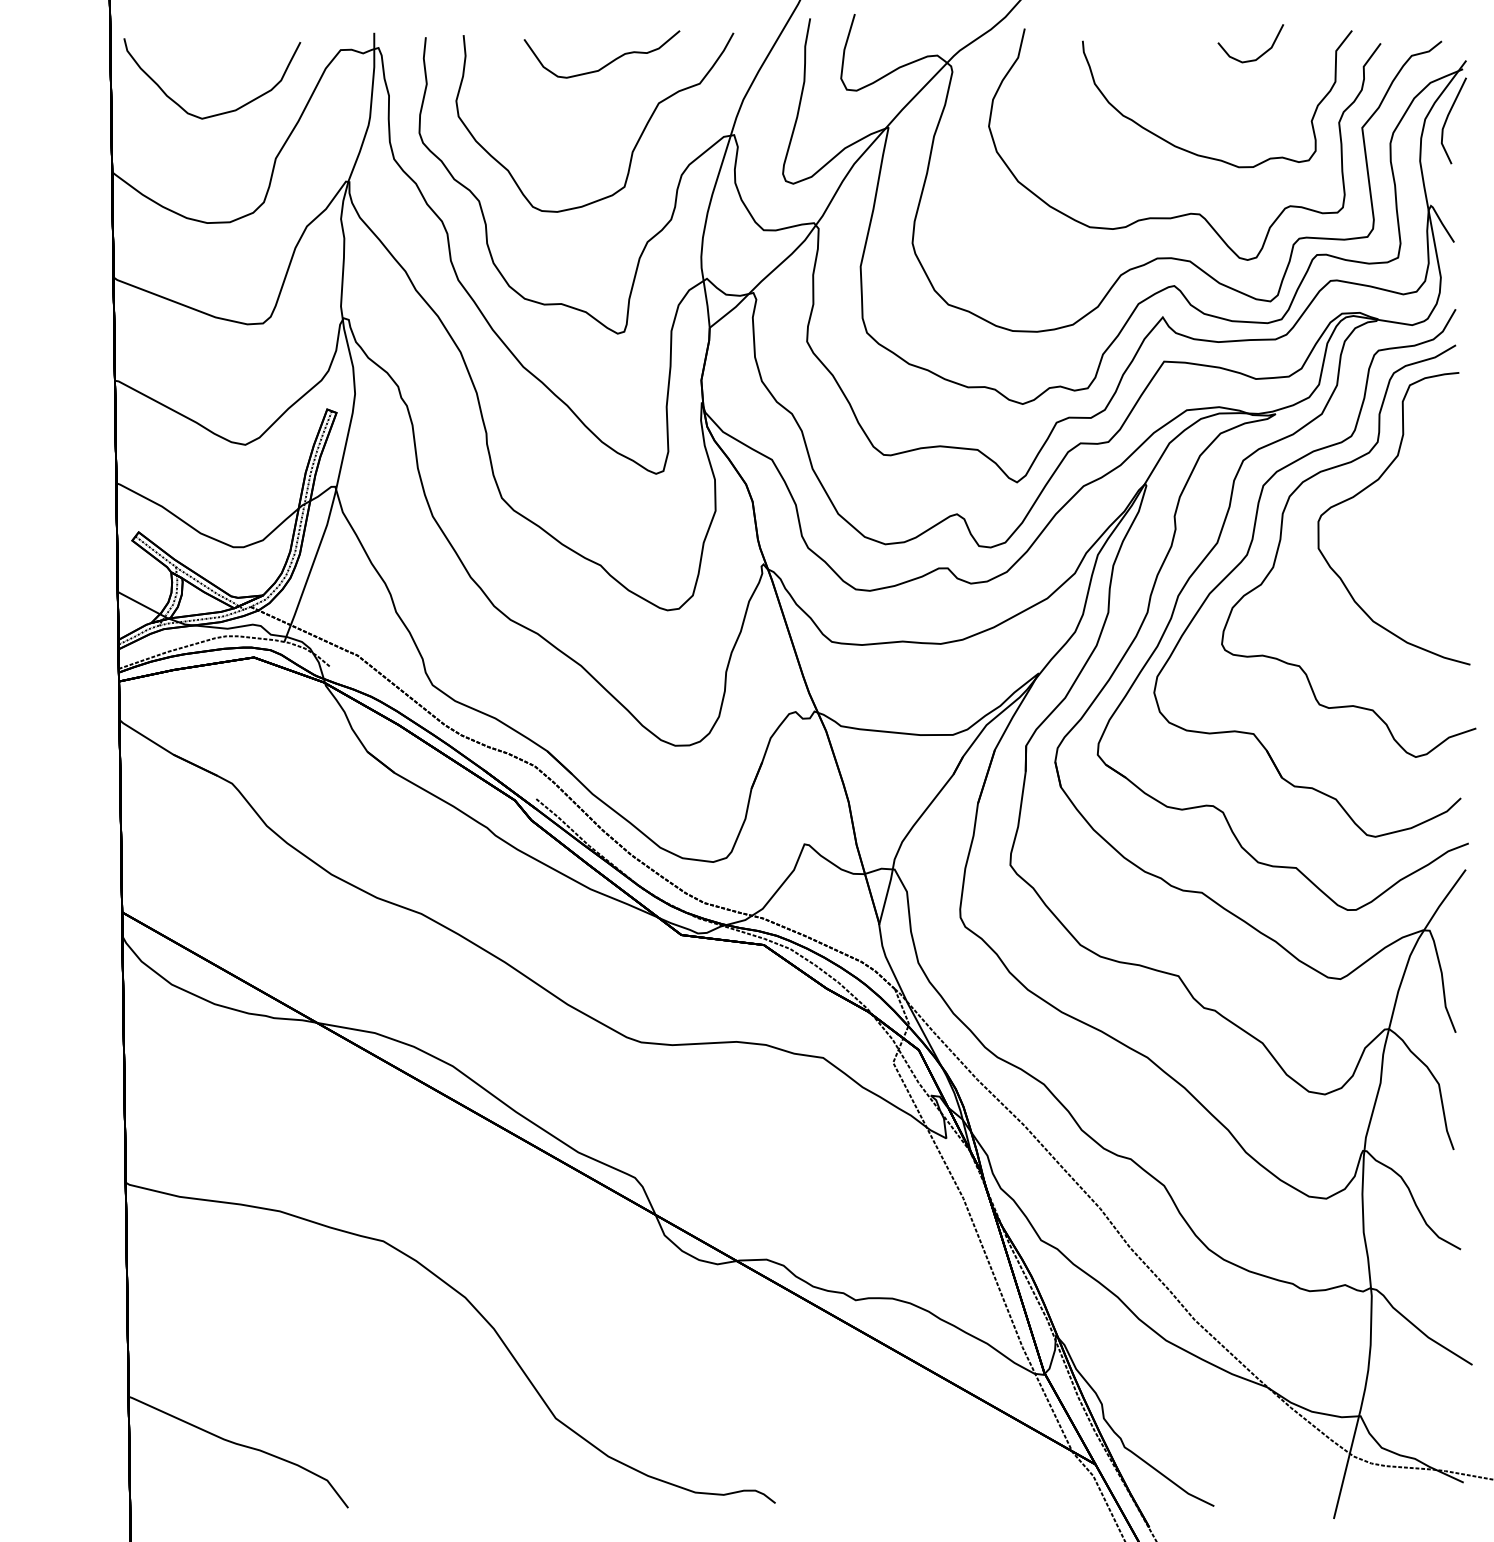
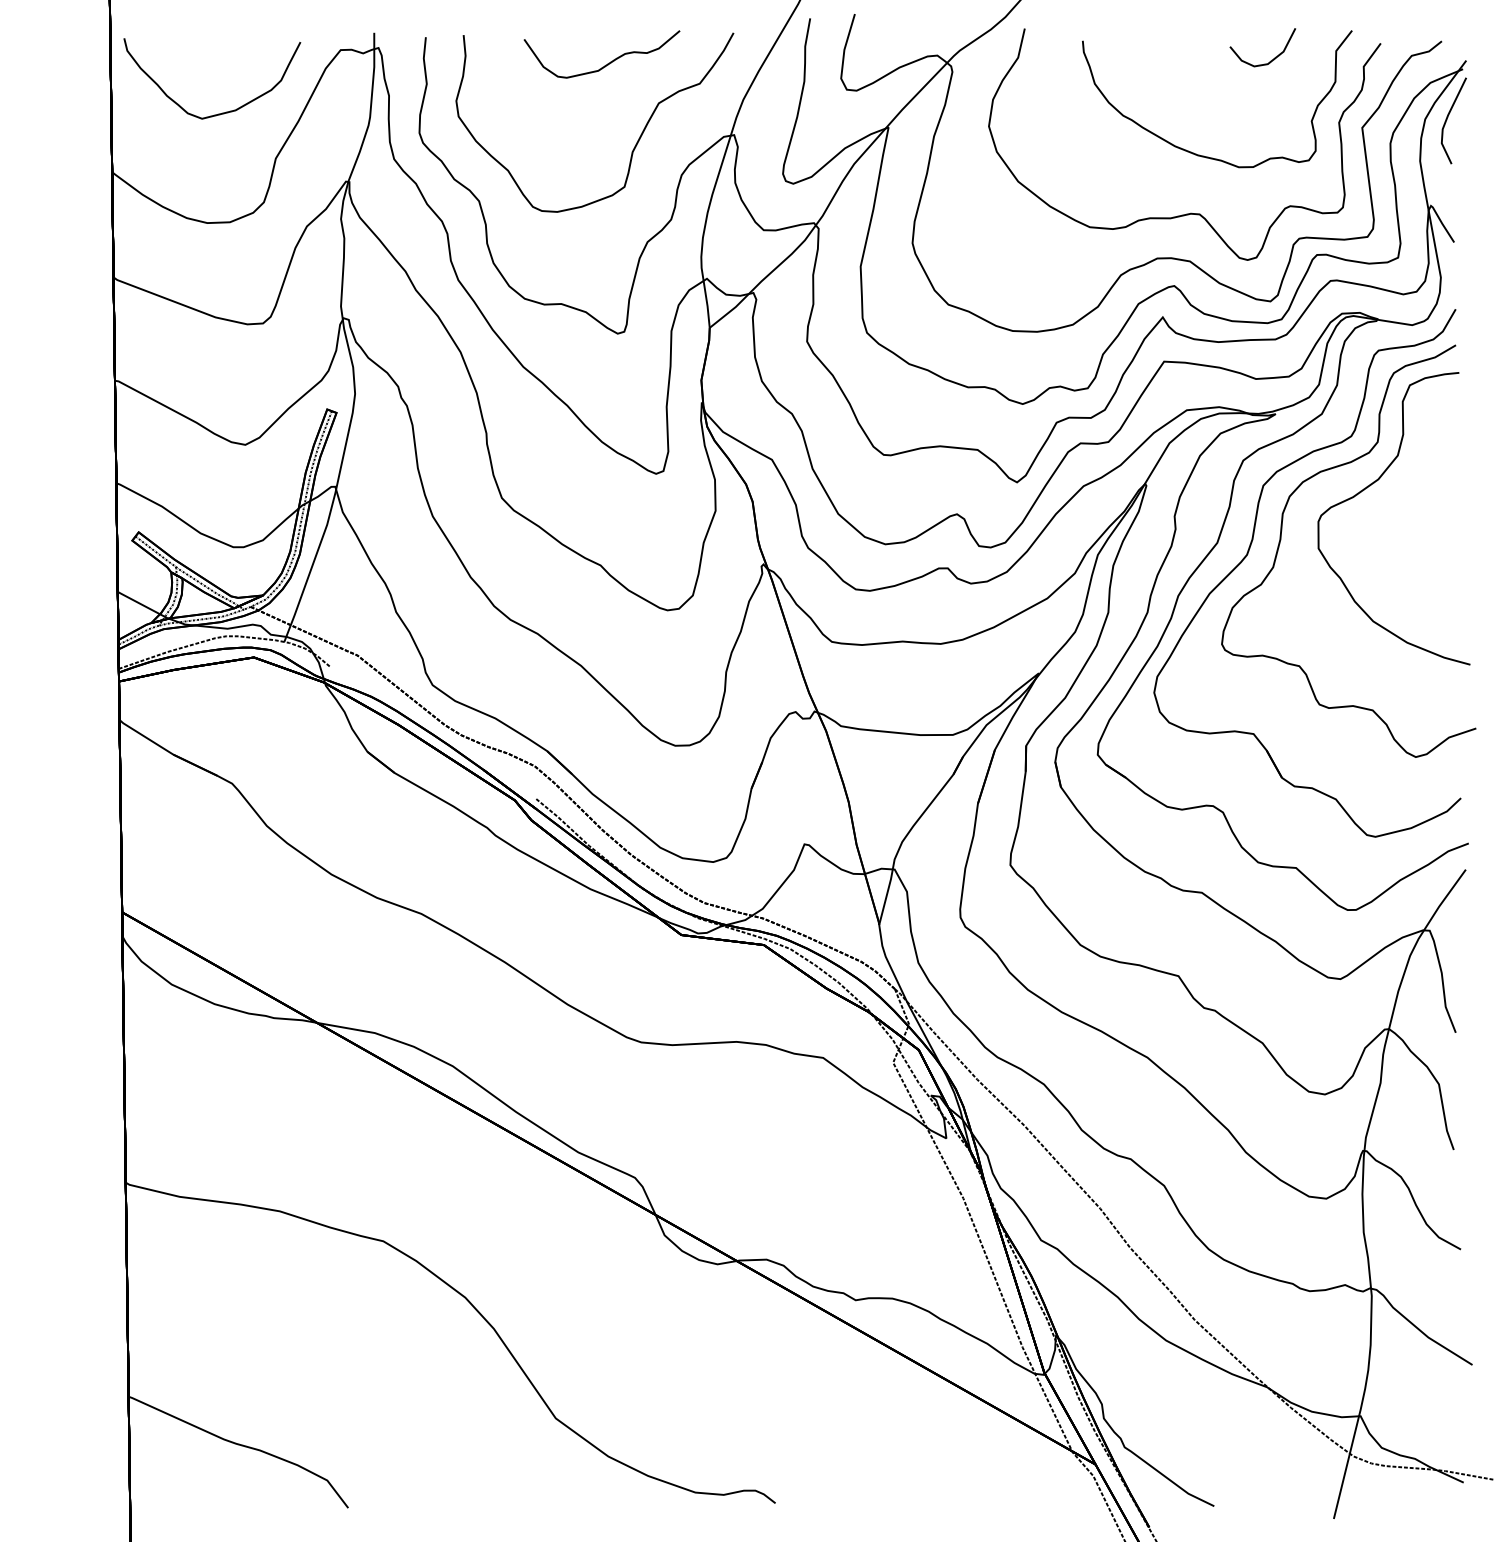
part at (1258, 56) position: (1258, 56) -> (1270, 60)
